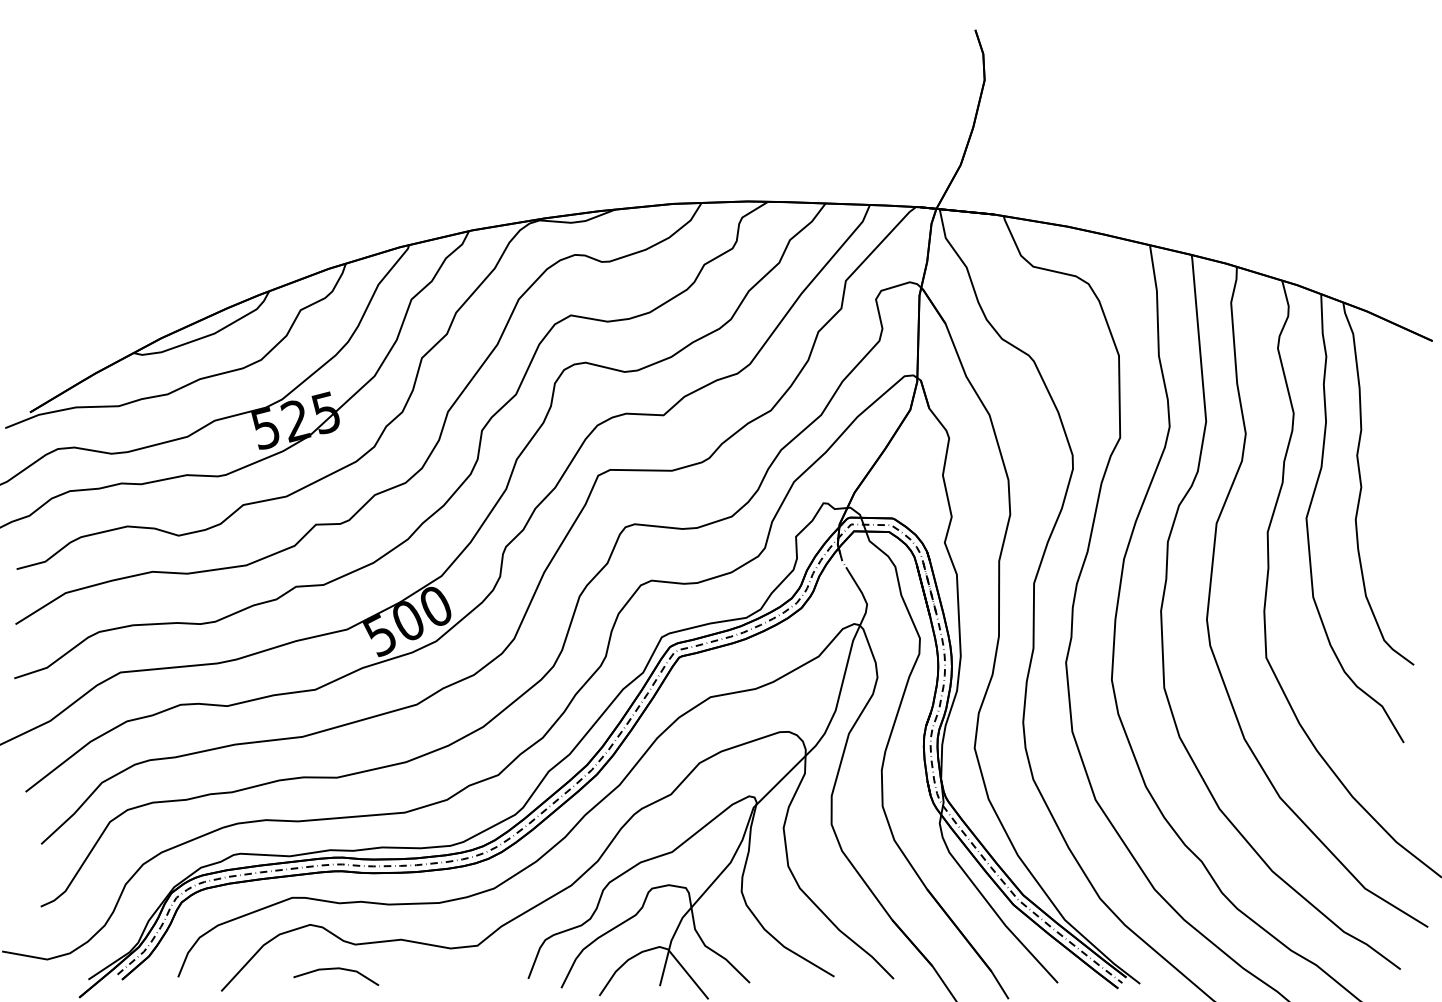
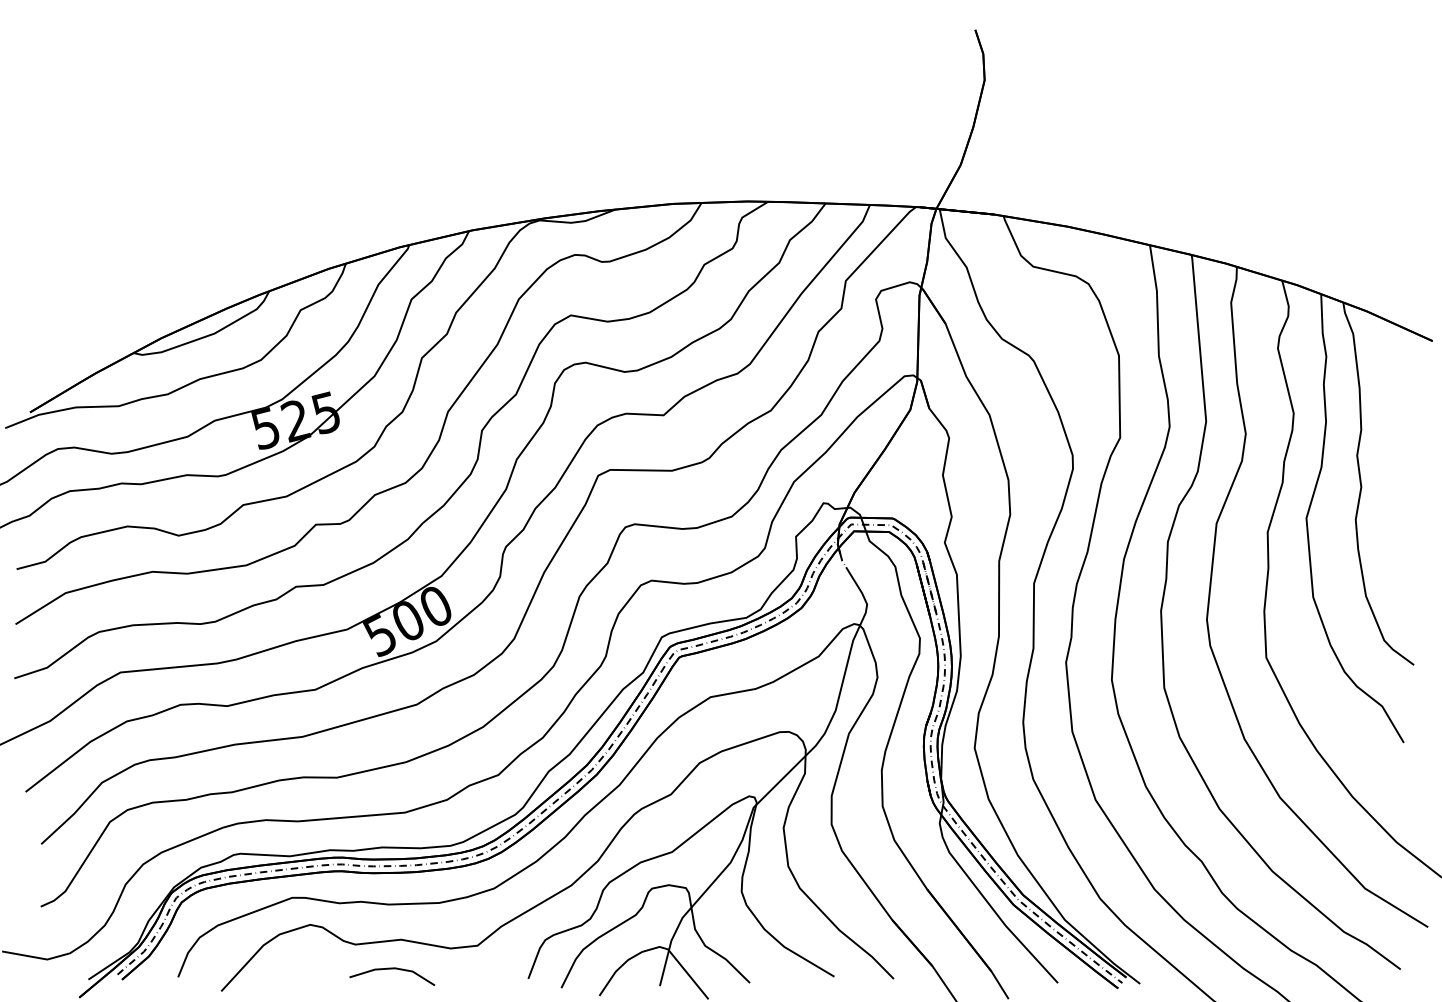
line at (336, 969) position: (336, 969) -> (392, 969)
